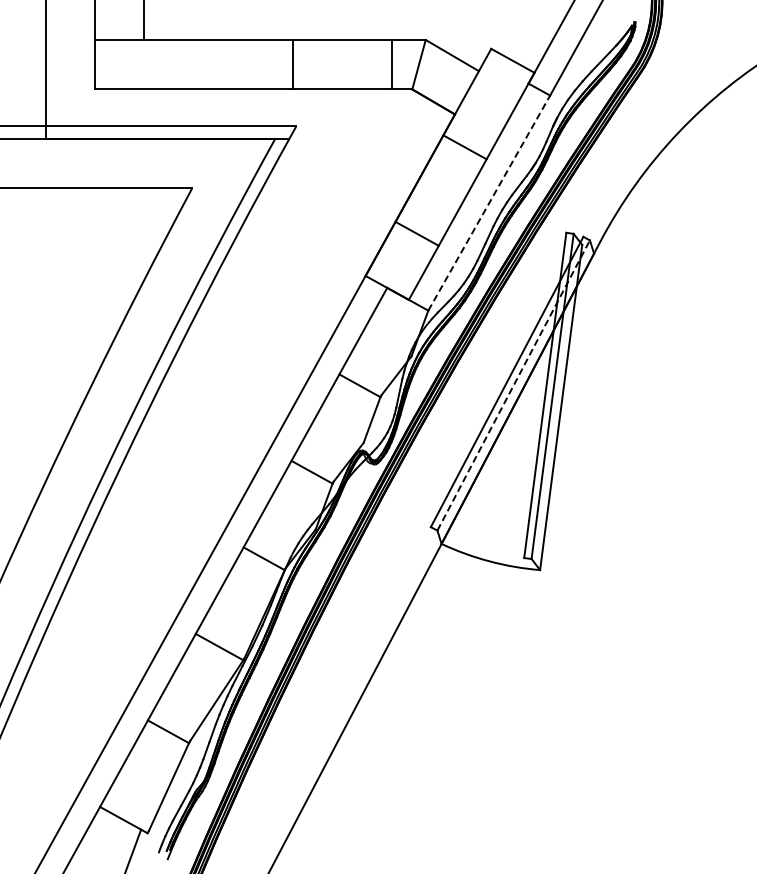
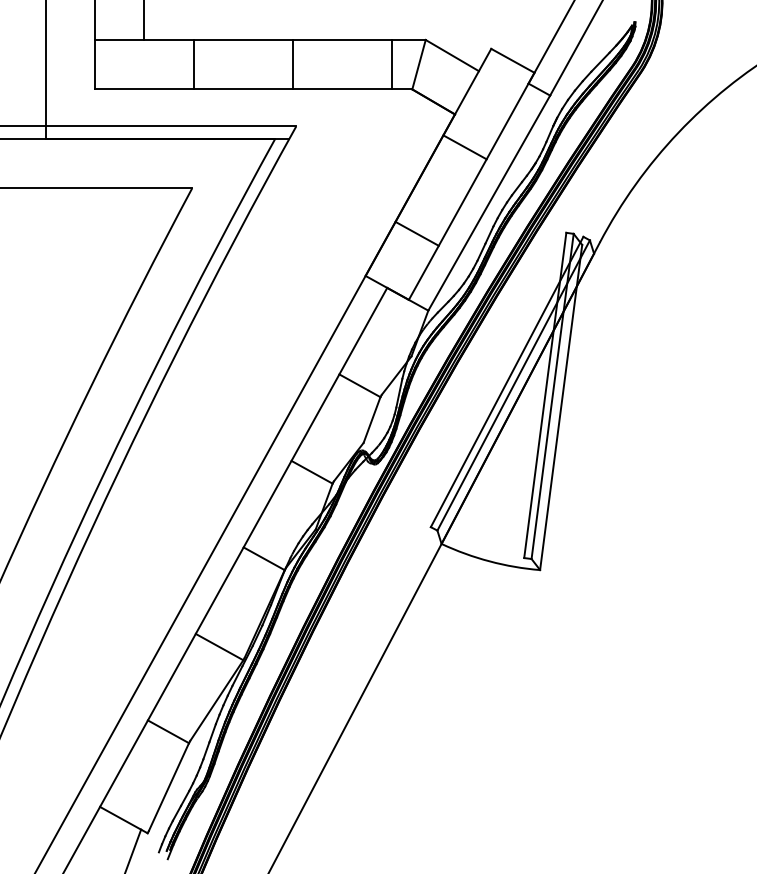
line at (193, 64): none -> present
line at (489, 203): dashed -> solid
line at (513, 385): dashed -> solid
